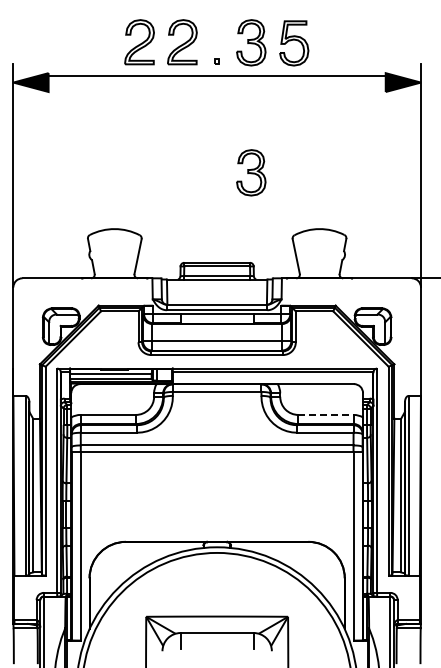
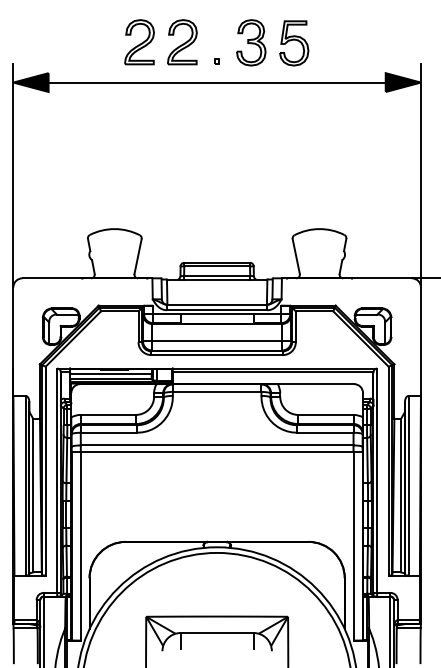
line at (216, 75) position: (216, 75) -> (216, 82)
part at (251, 172): present -> none
line at (326, 414): dashed -> solid
